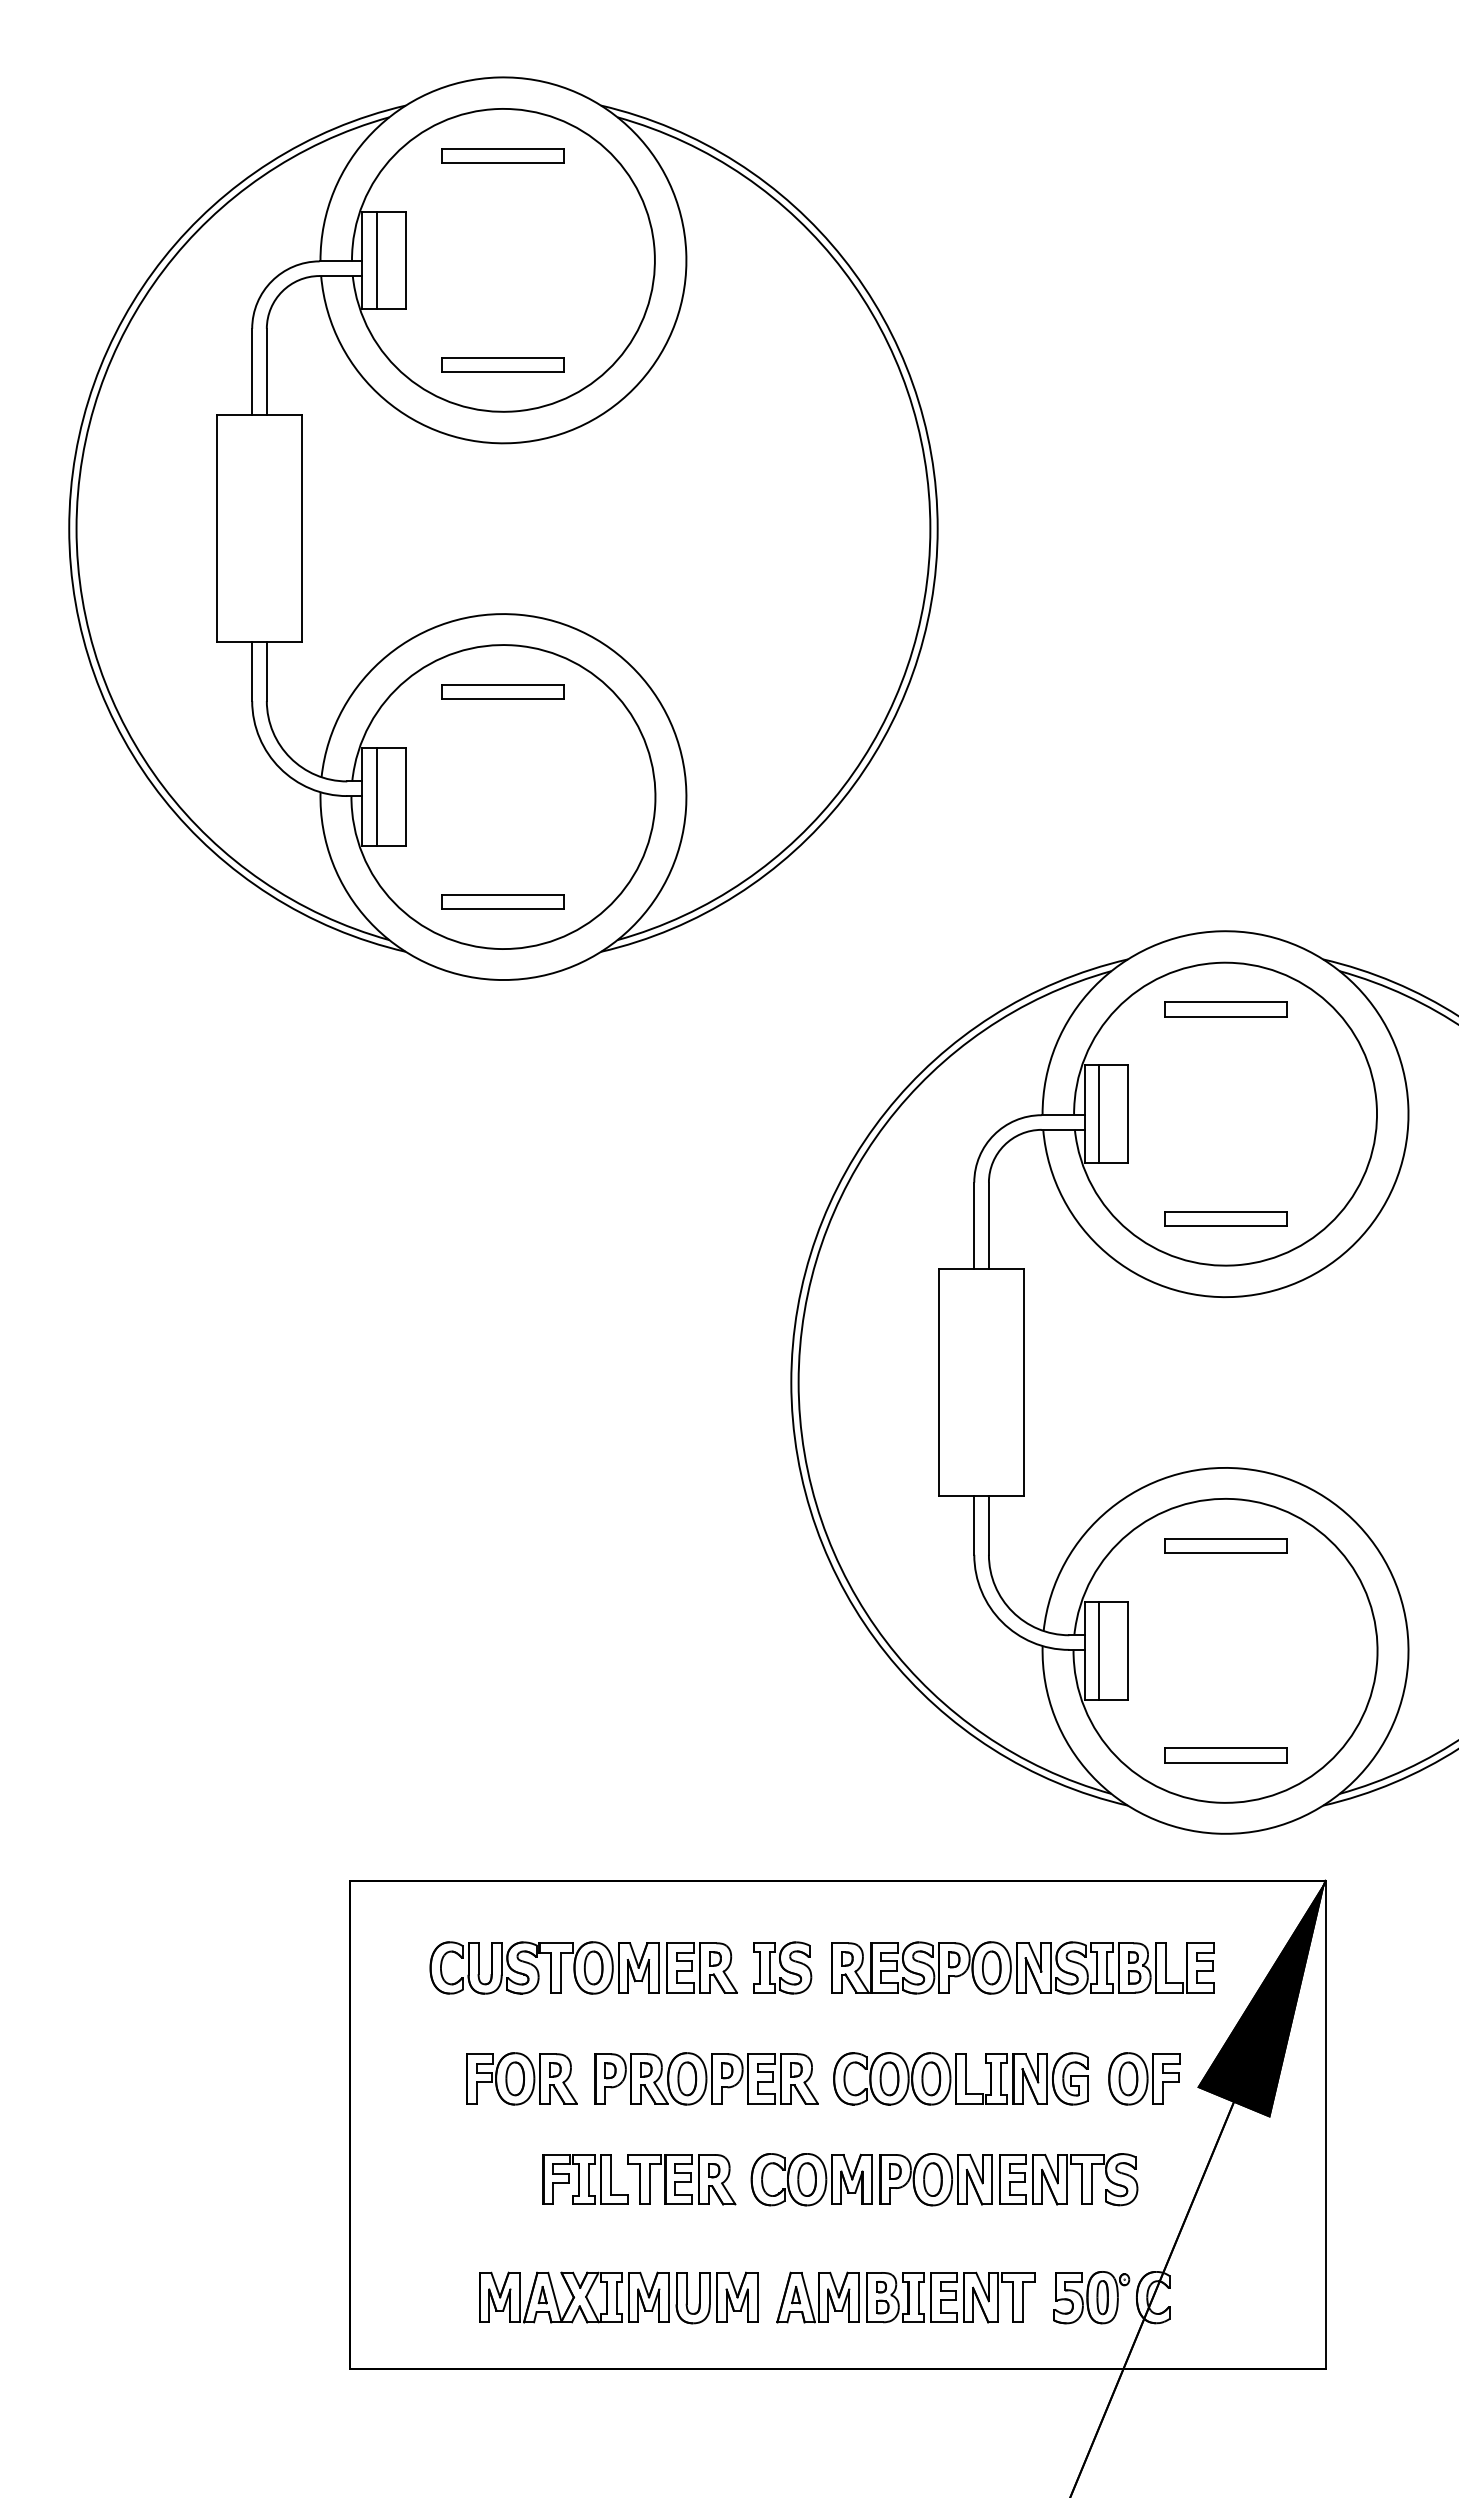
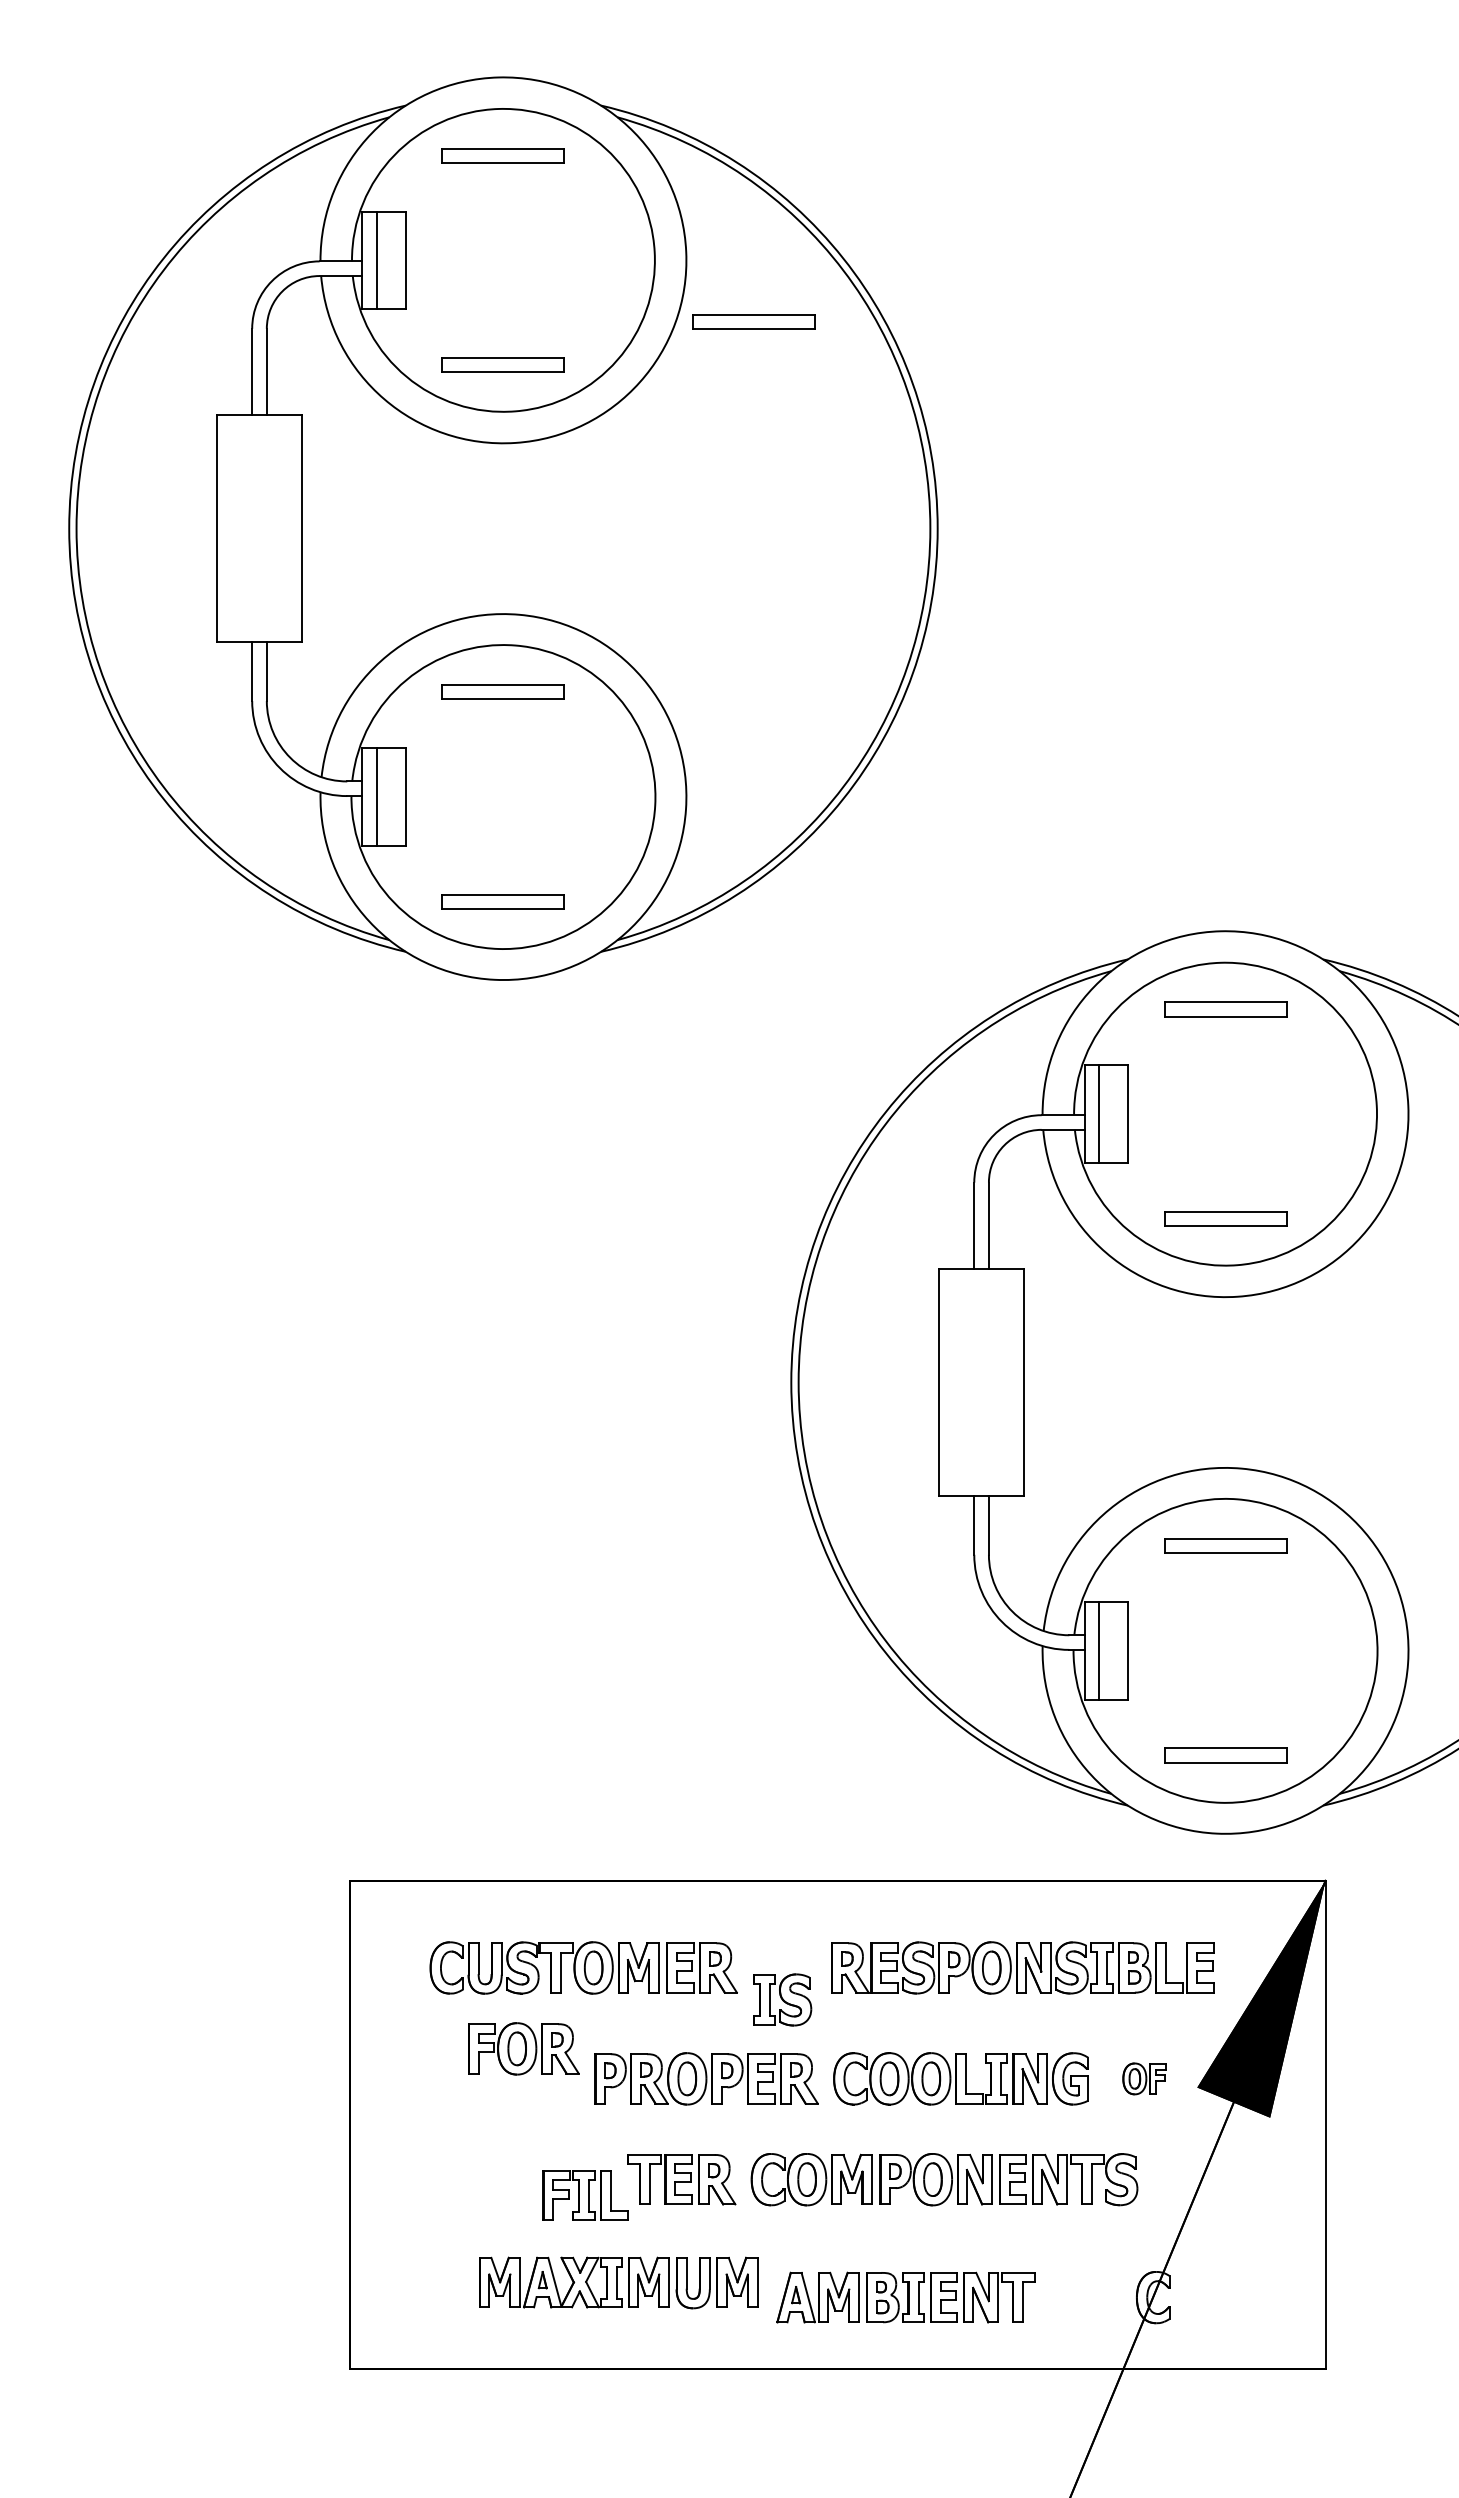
part at (753, 321): none -> present
part at (782, 1967) position: (782, 1967) -> (782, 1999)
part at (521, 2078) position: (521, 2078) -> (523, 2048)
part at (1144, 2078) size: 73x54 px -> 45x34 px
part at (585, 2179) position: (585, 2179) -> (585, 2195)
part at (618, 2297) position: (618, 2297) -> (618, 2282)
part at (1091, 2297): present -> none
